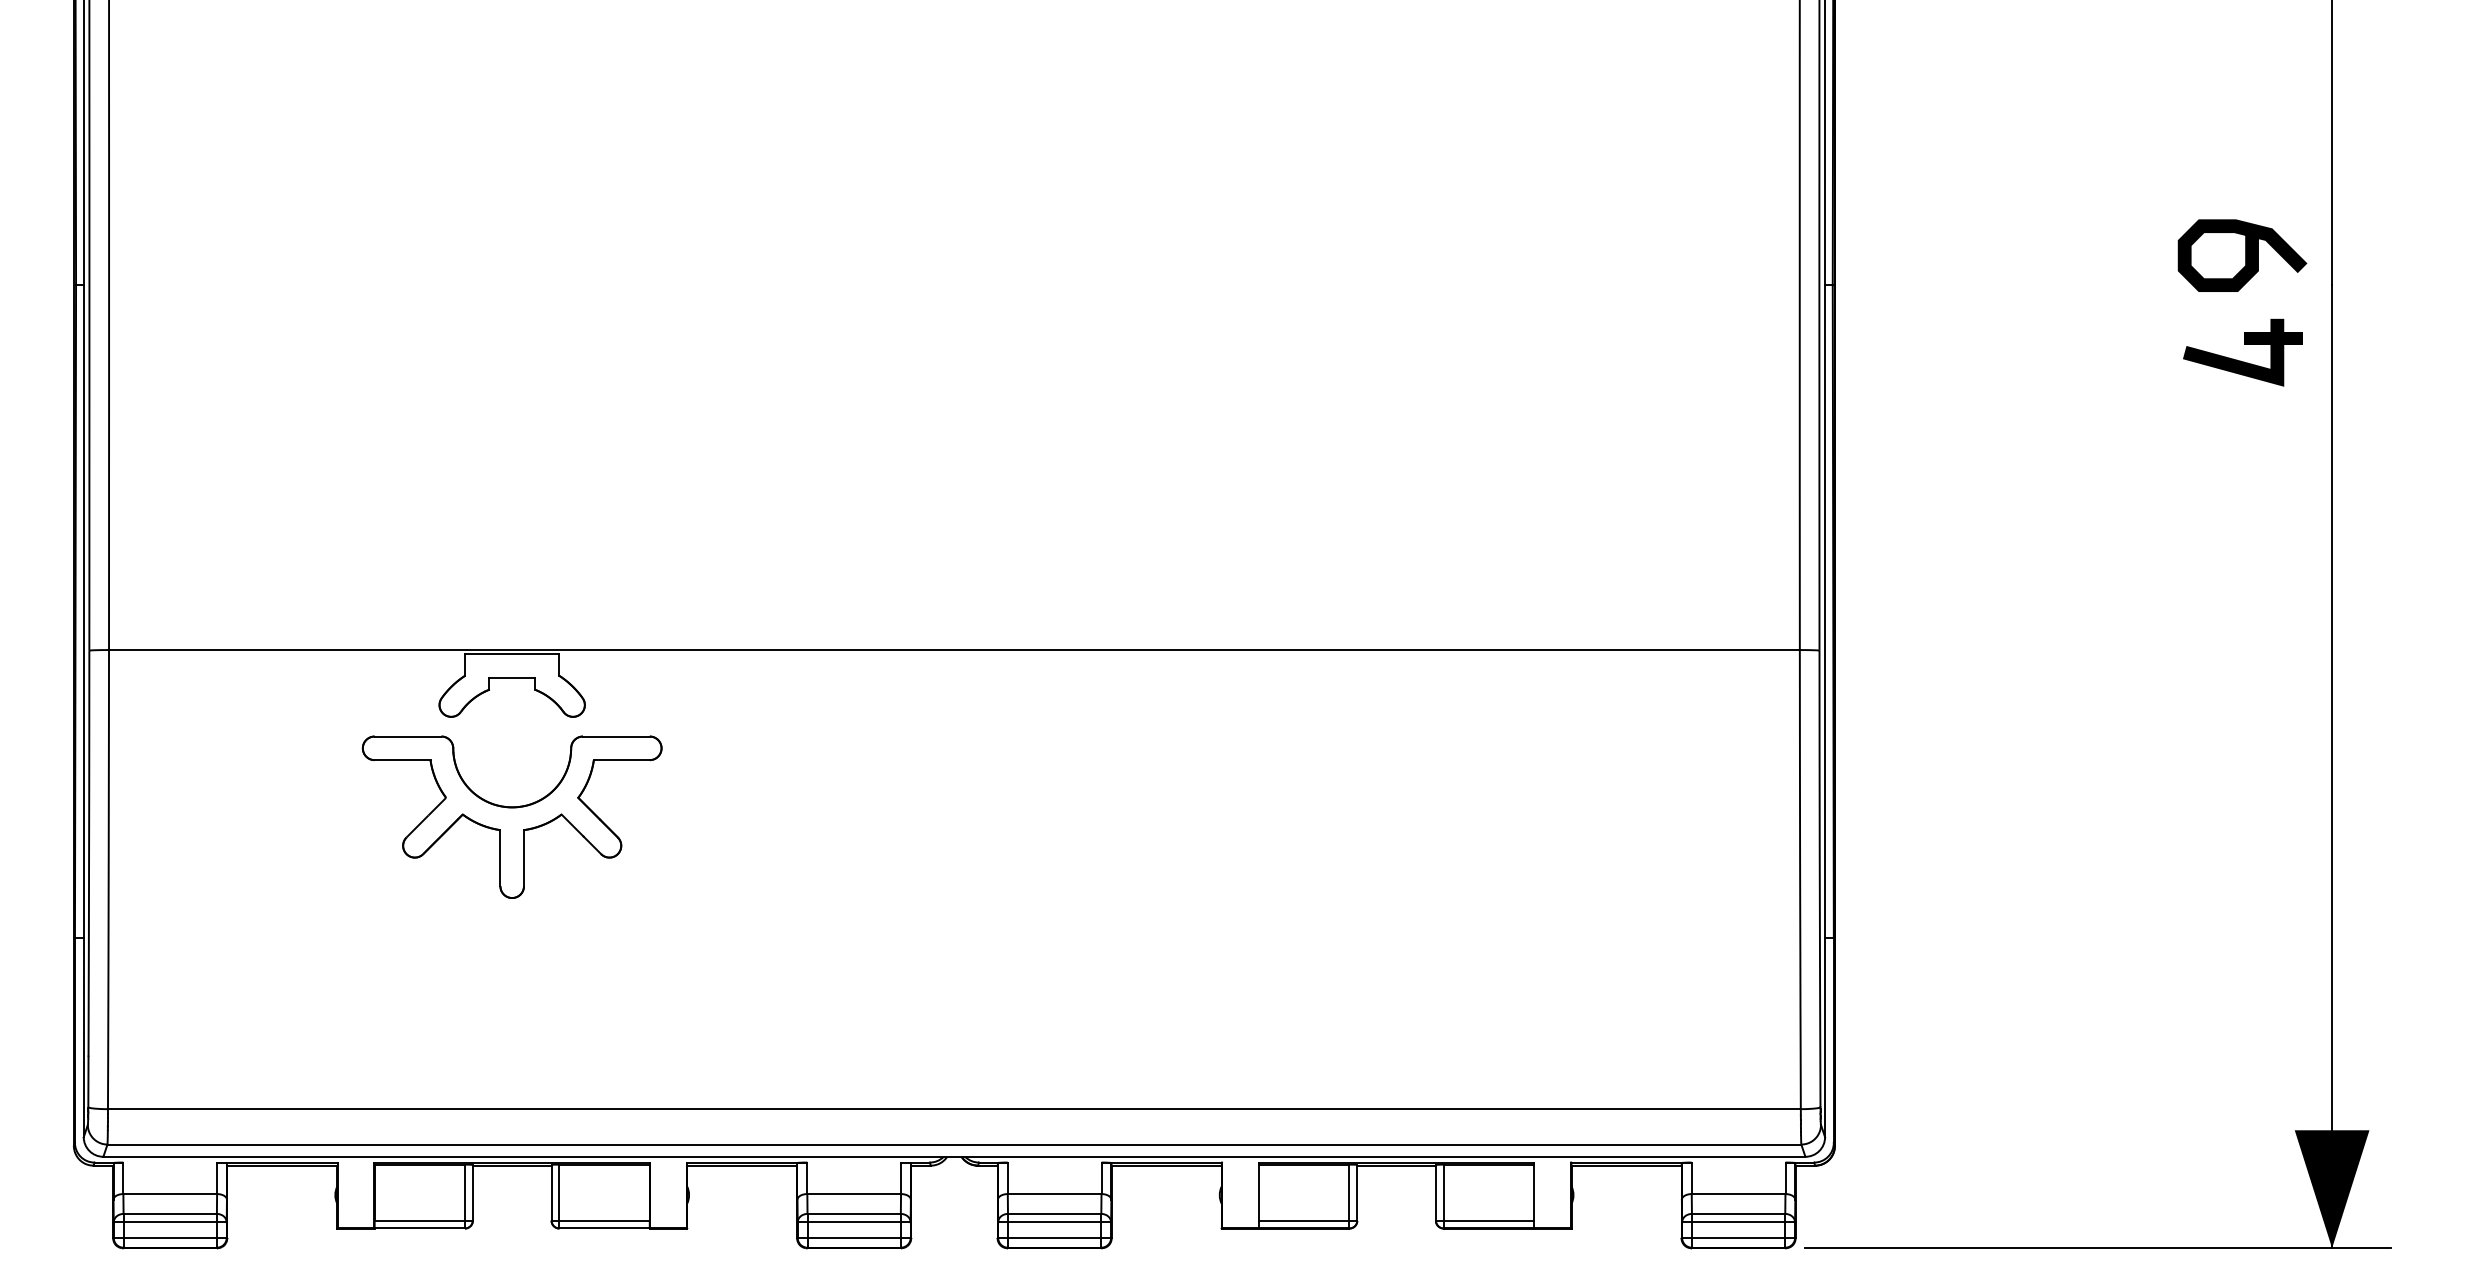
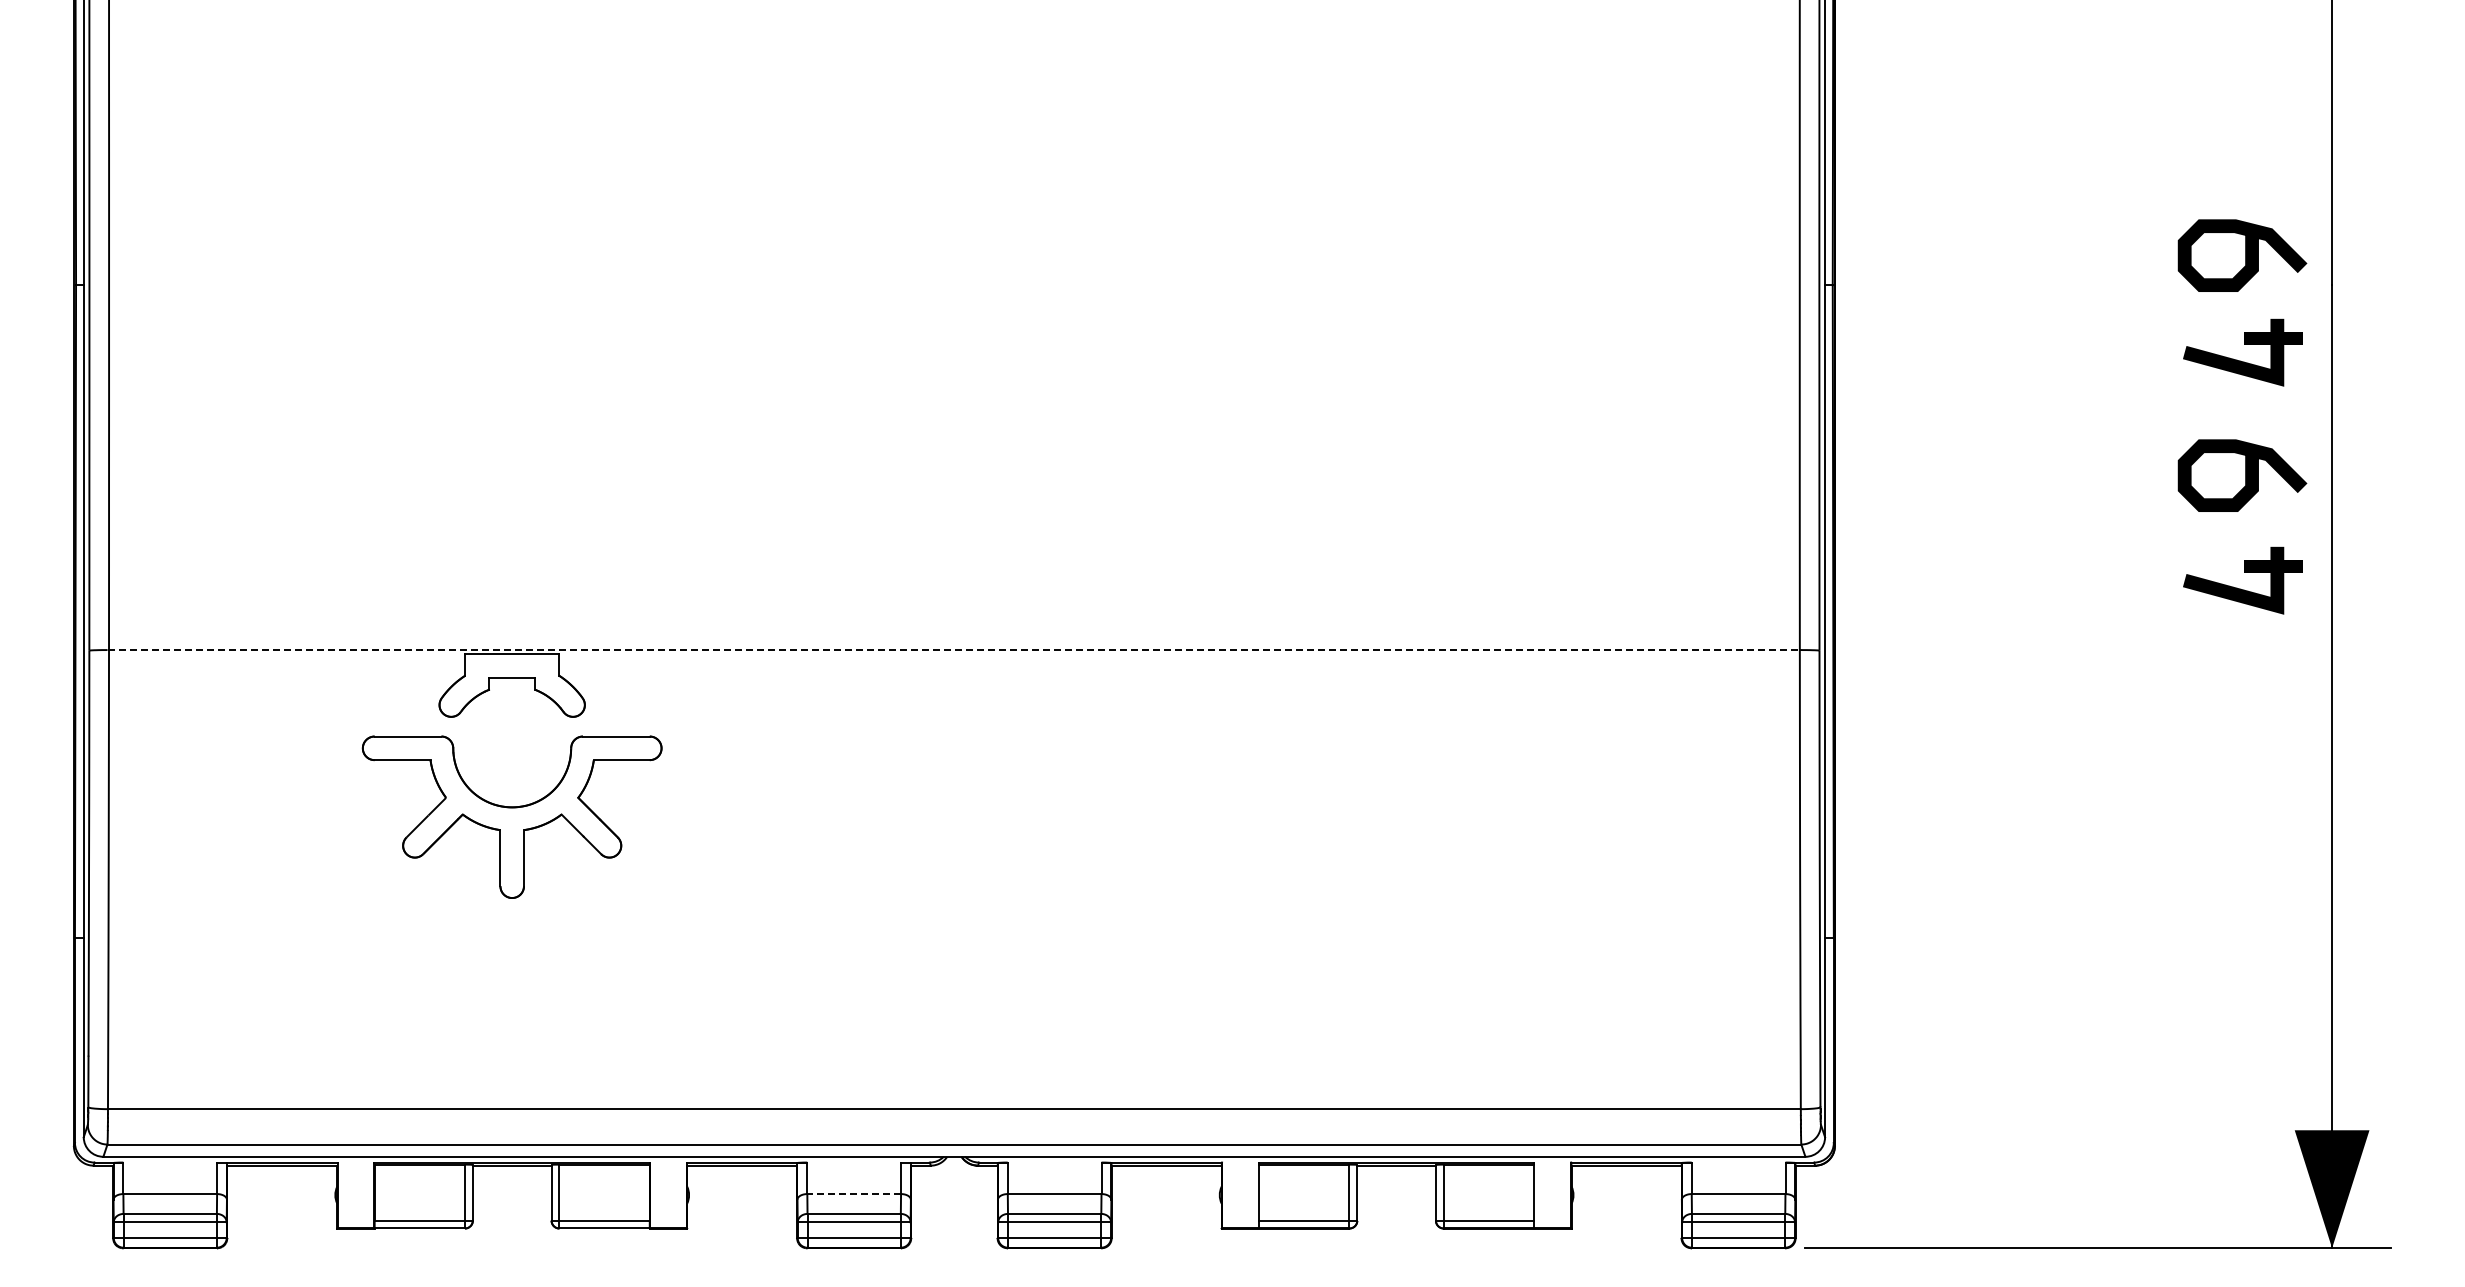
curve at (2245, 475): none -> present
part at (2244, 572): none -> present
line at (954, 650): solid -> dashed
line at (854, 1194): solid -> dashed
